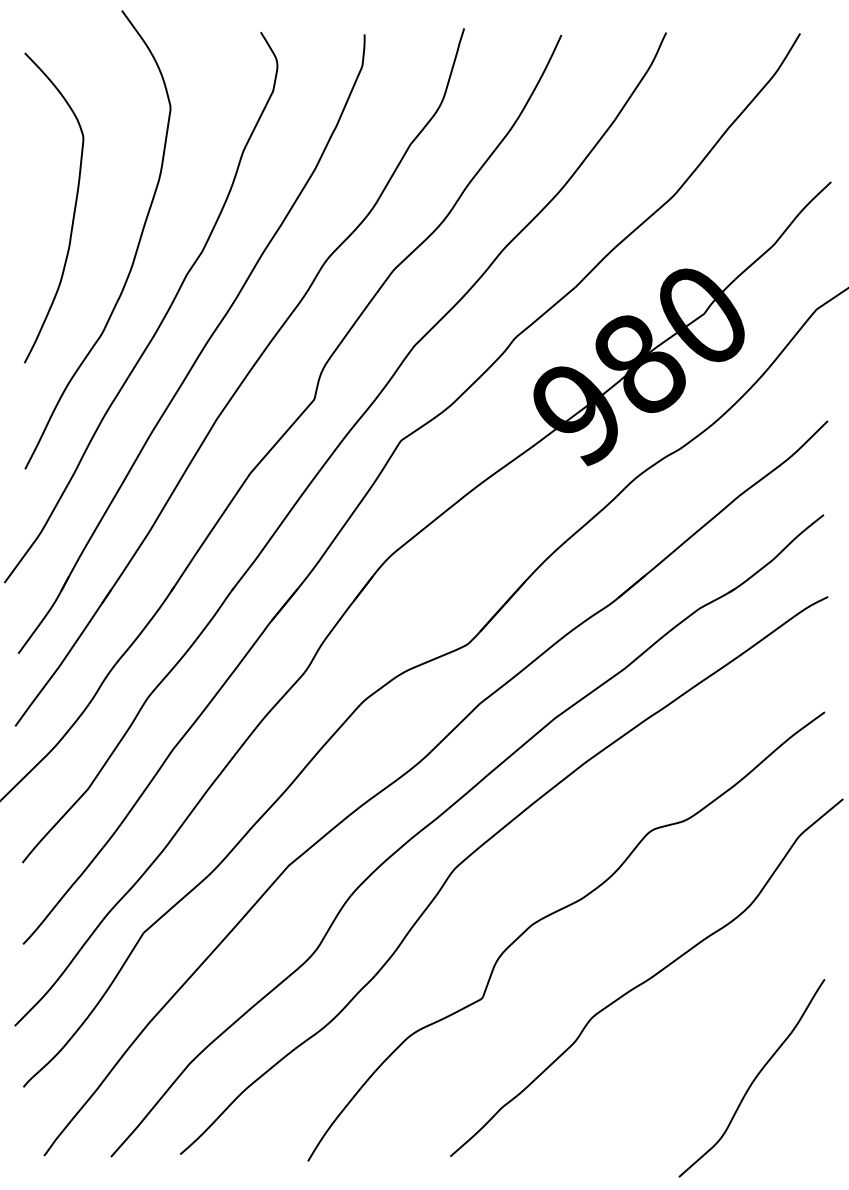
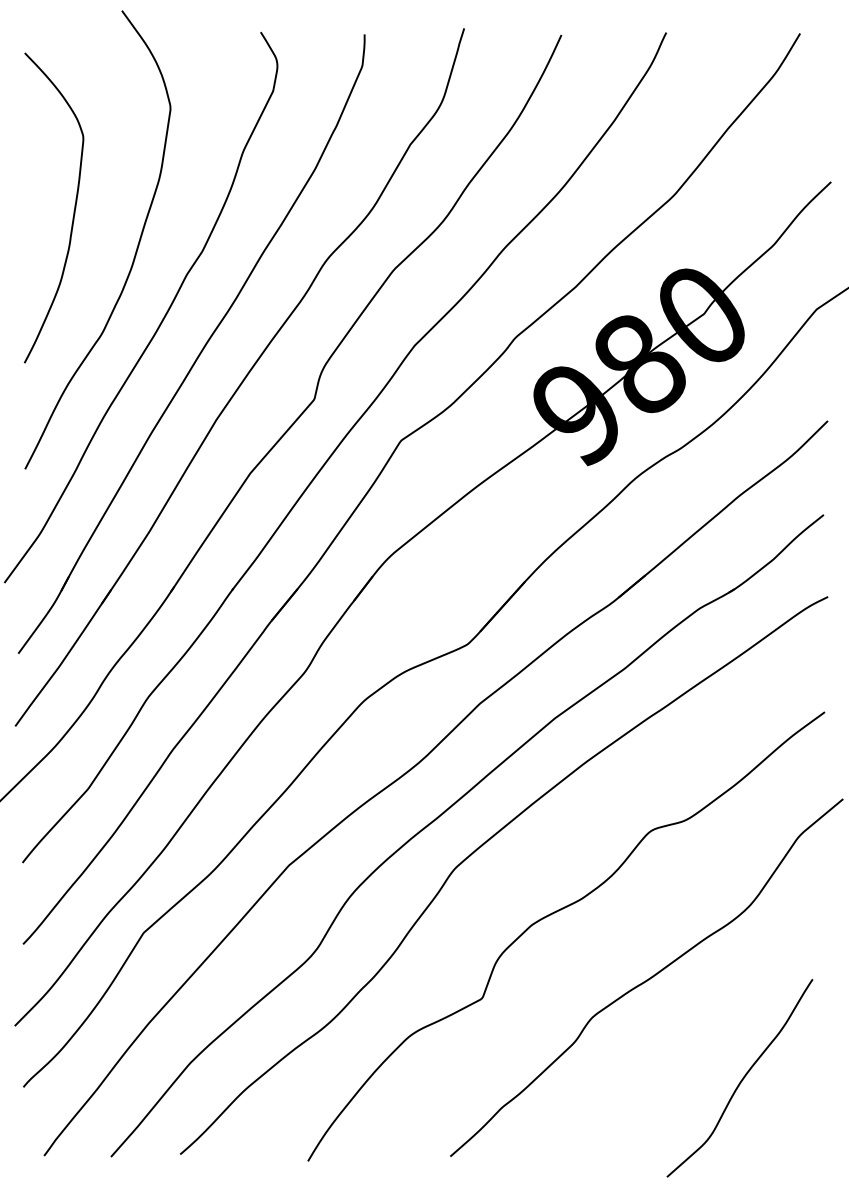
curve at (753, 1079) position: (753, 1079) -> (741, 1079)
